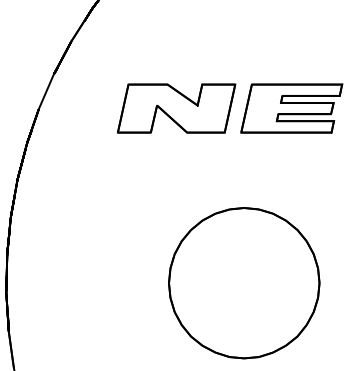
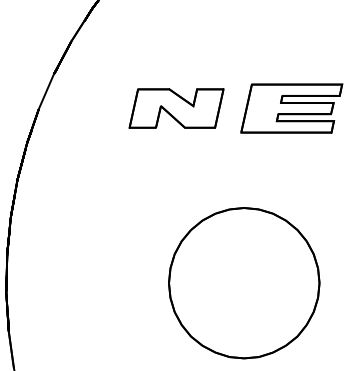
part at (176, 108) size: 121x51 px -> 97x41 px
